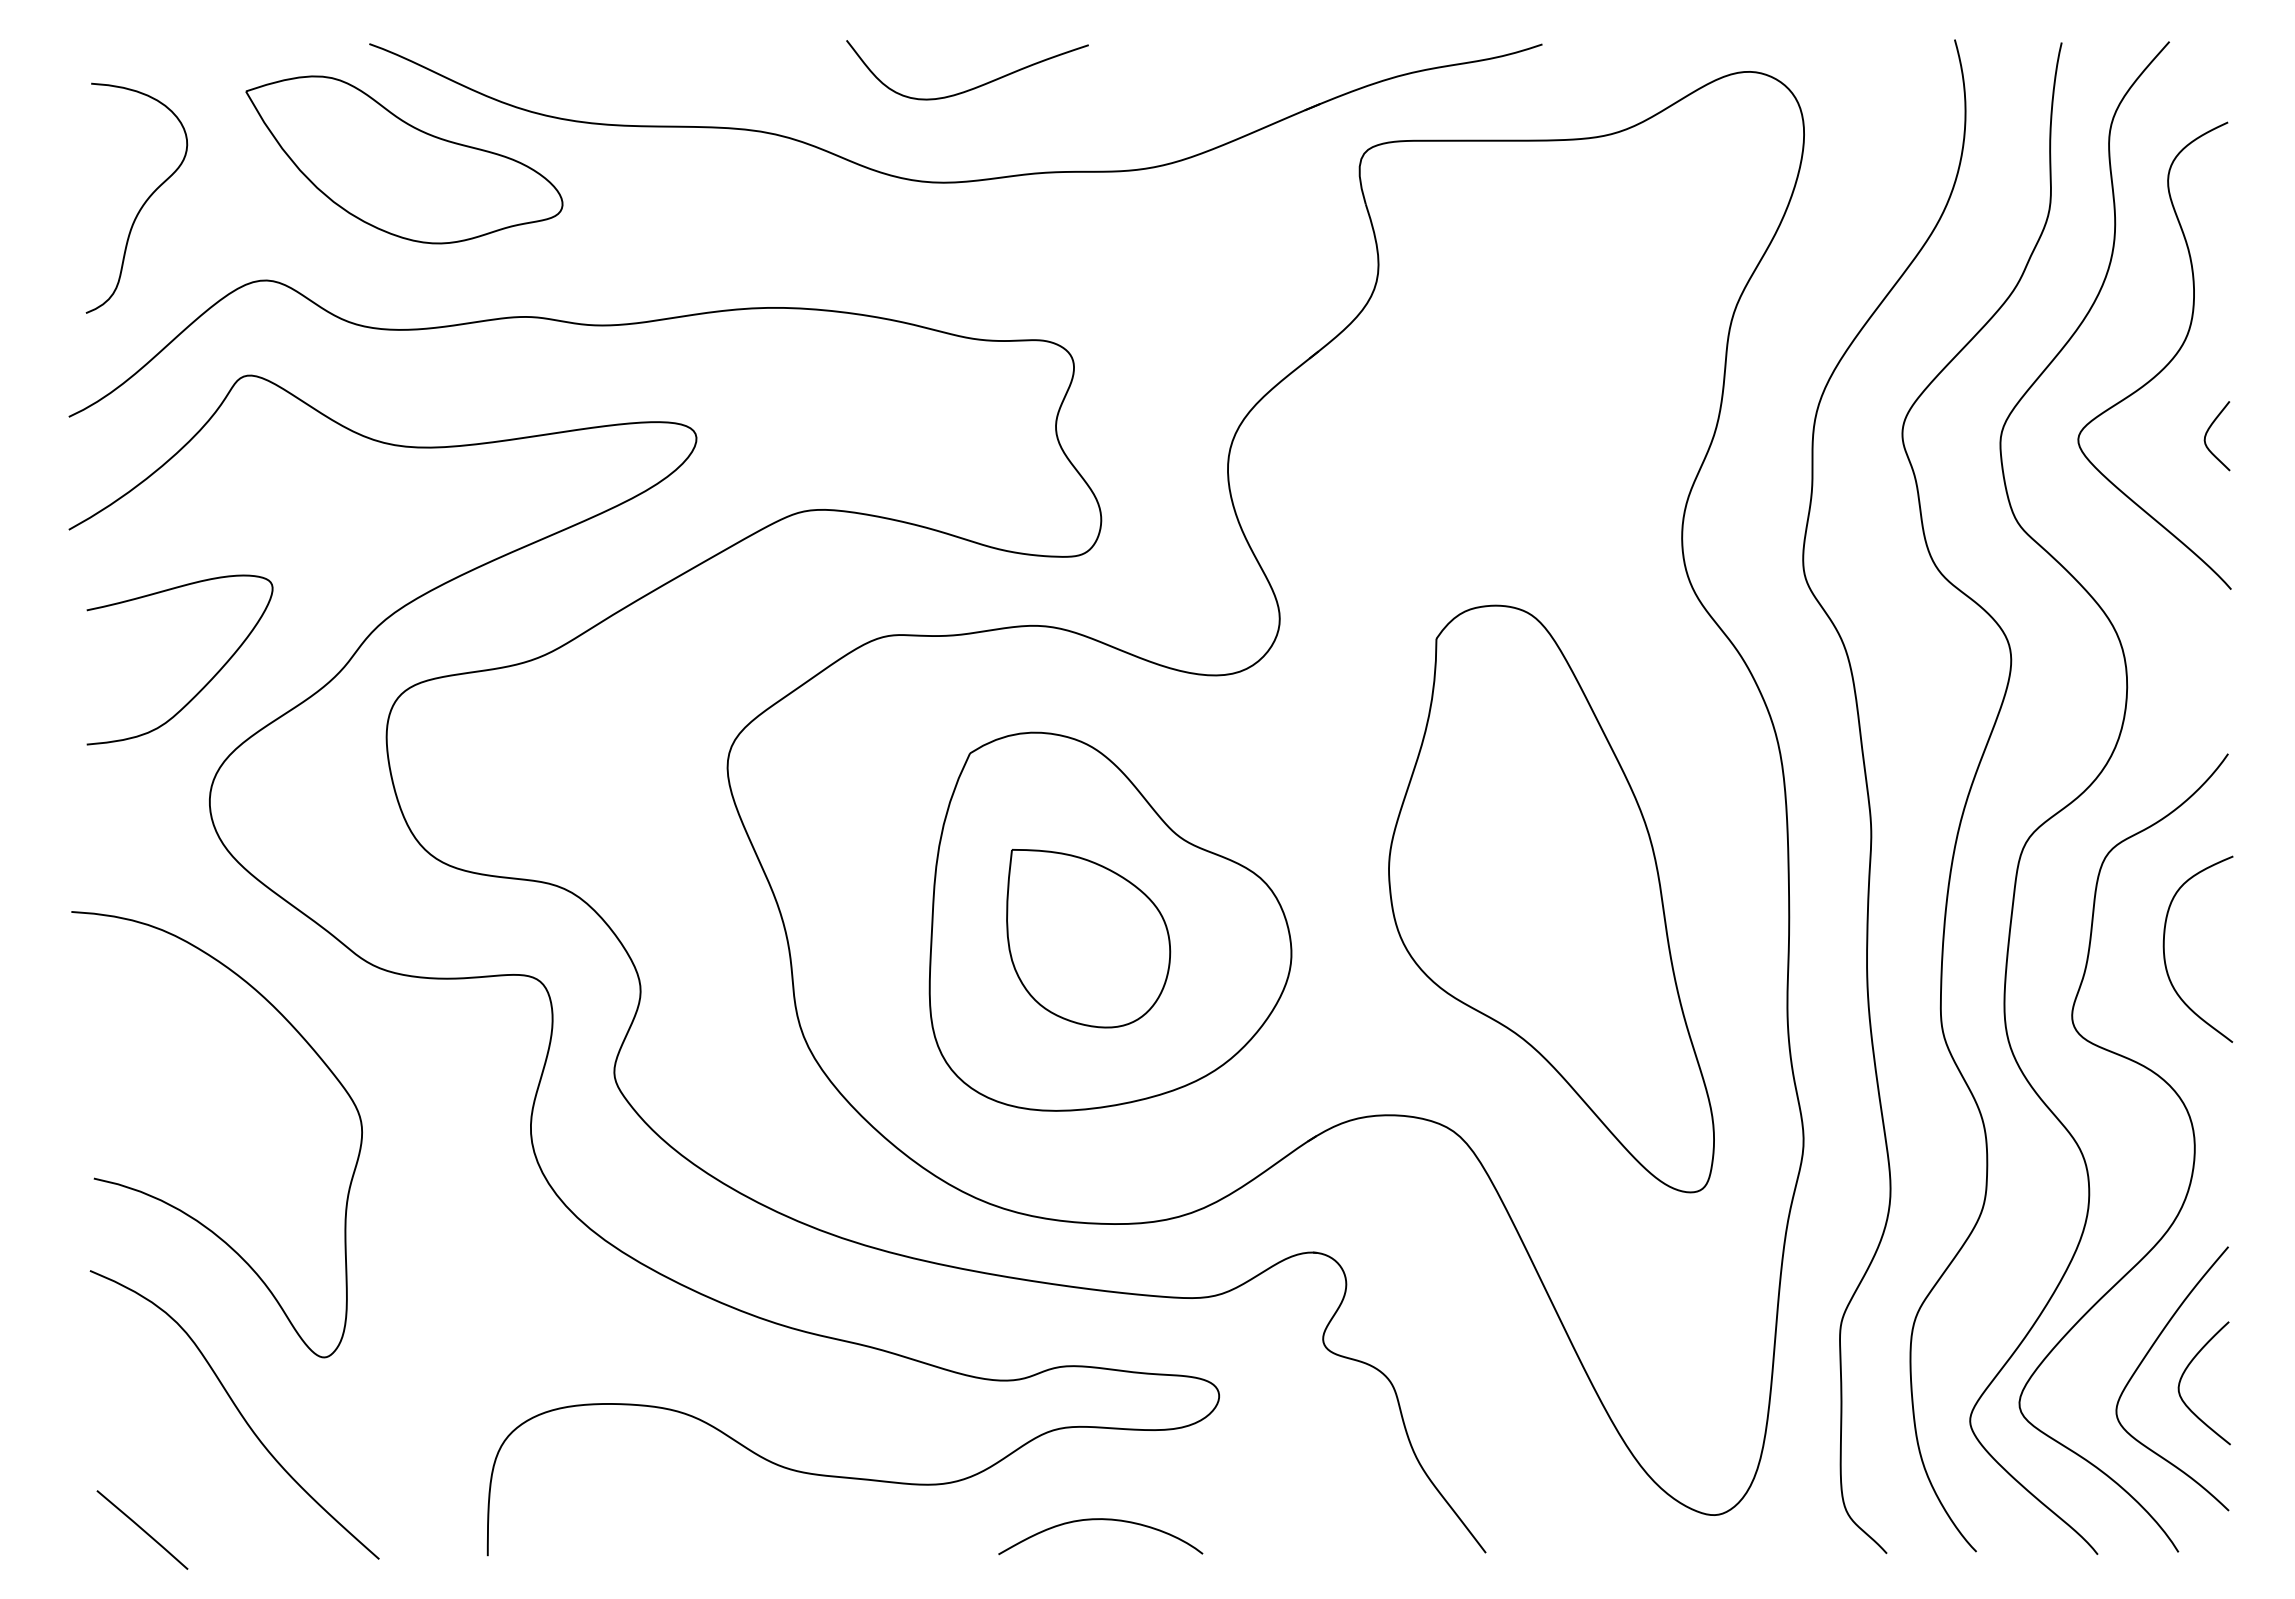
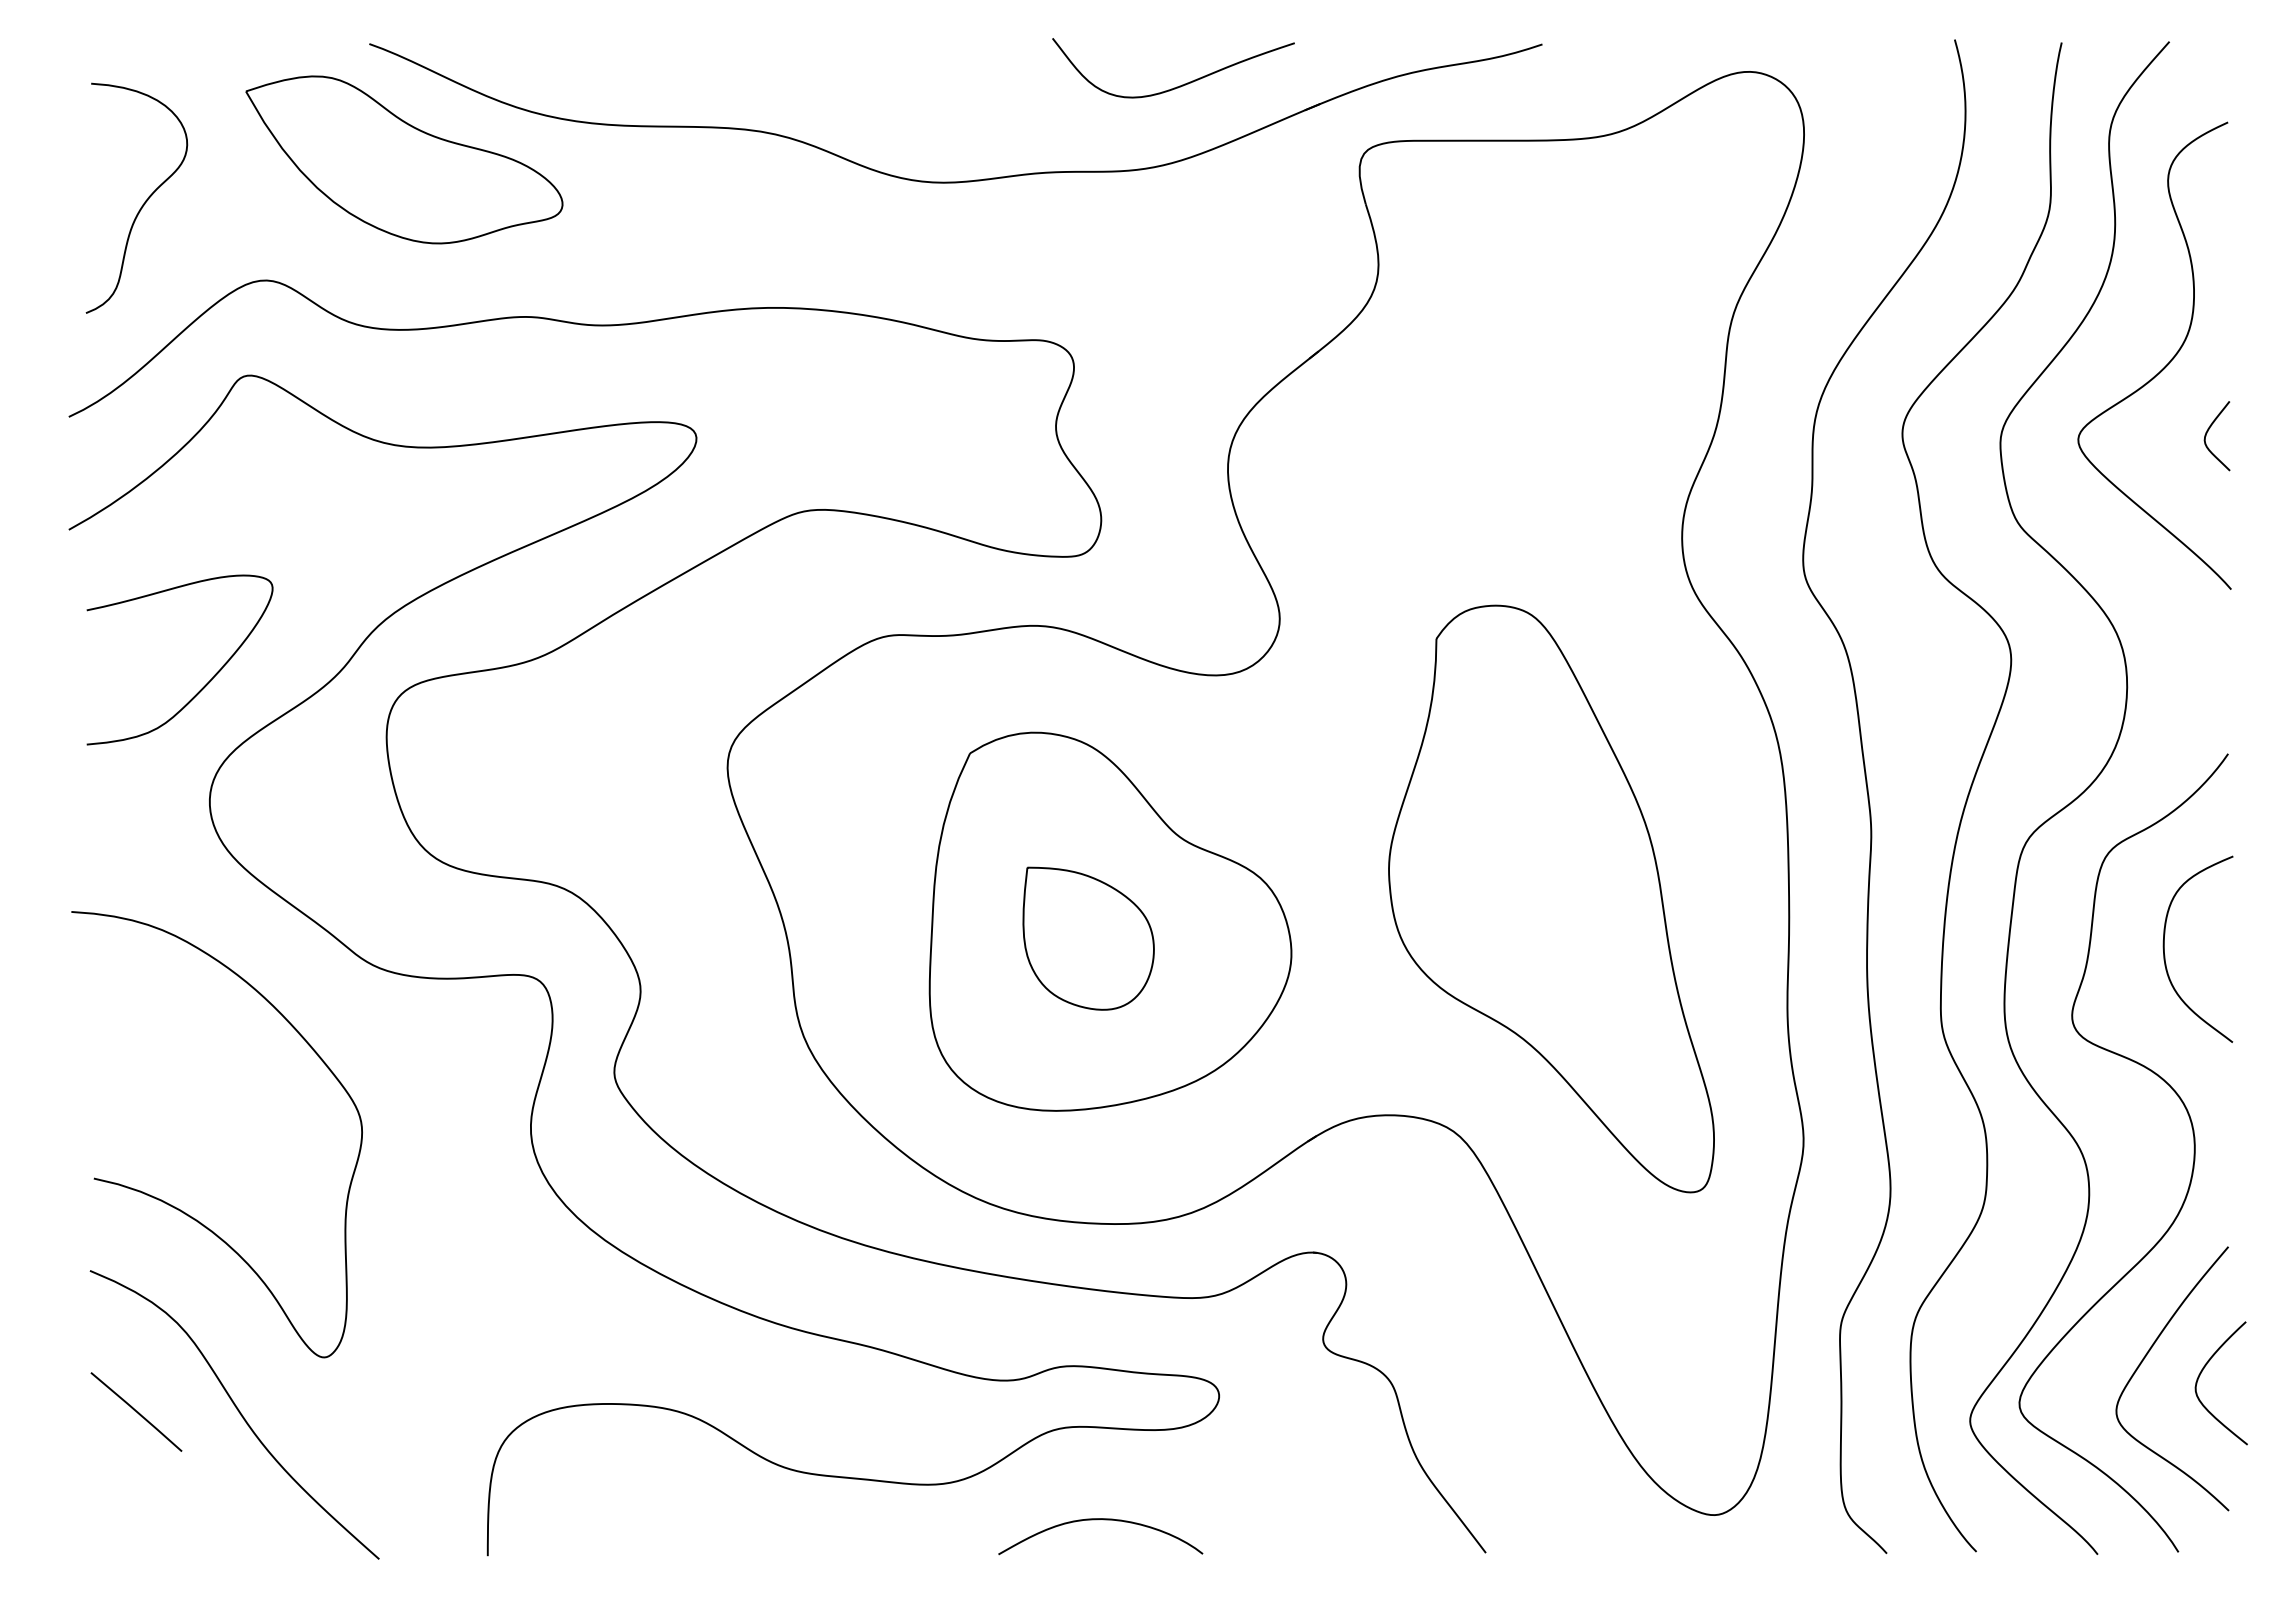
curve at (973, 87) position: (973, 87) -> (1179, 85)
part at (1088, 938) size: 166x180 px -> 133x145 px
curve at (2186, 1370) position: (2186, 1370) -> (2203, 1370)
line at (142, 1529) position: (142, 1529) -> (136, 1411)
